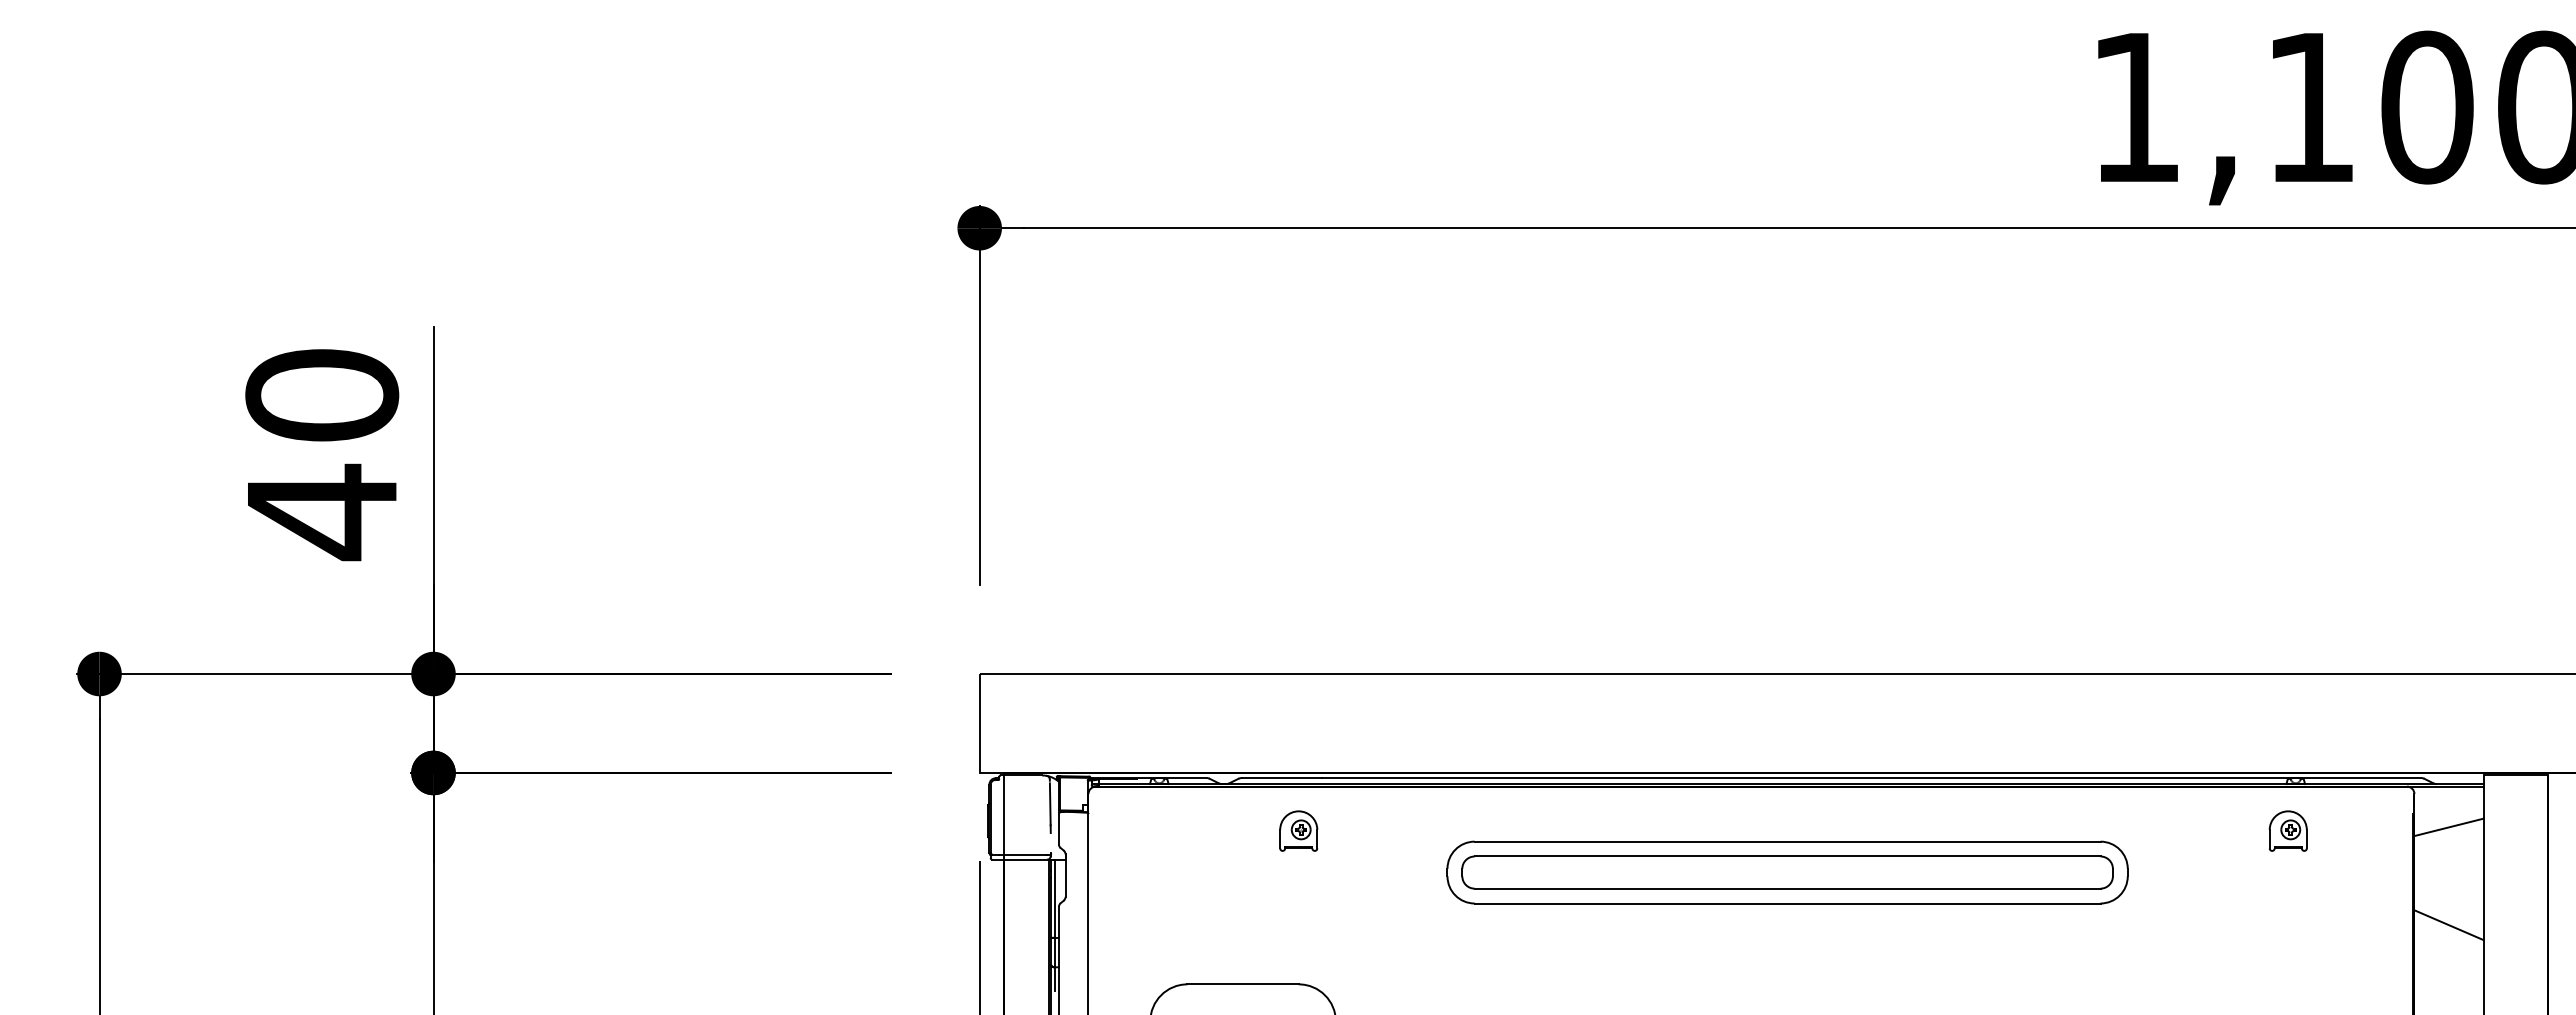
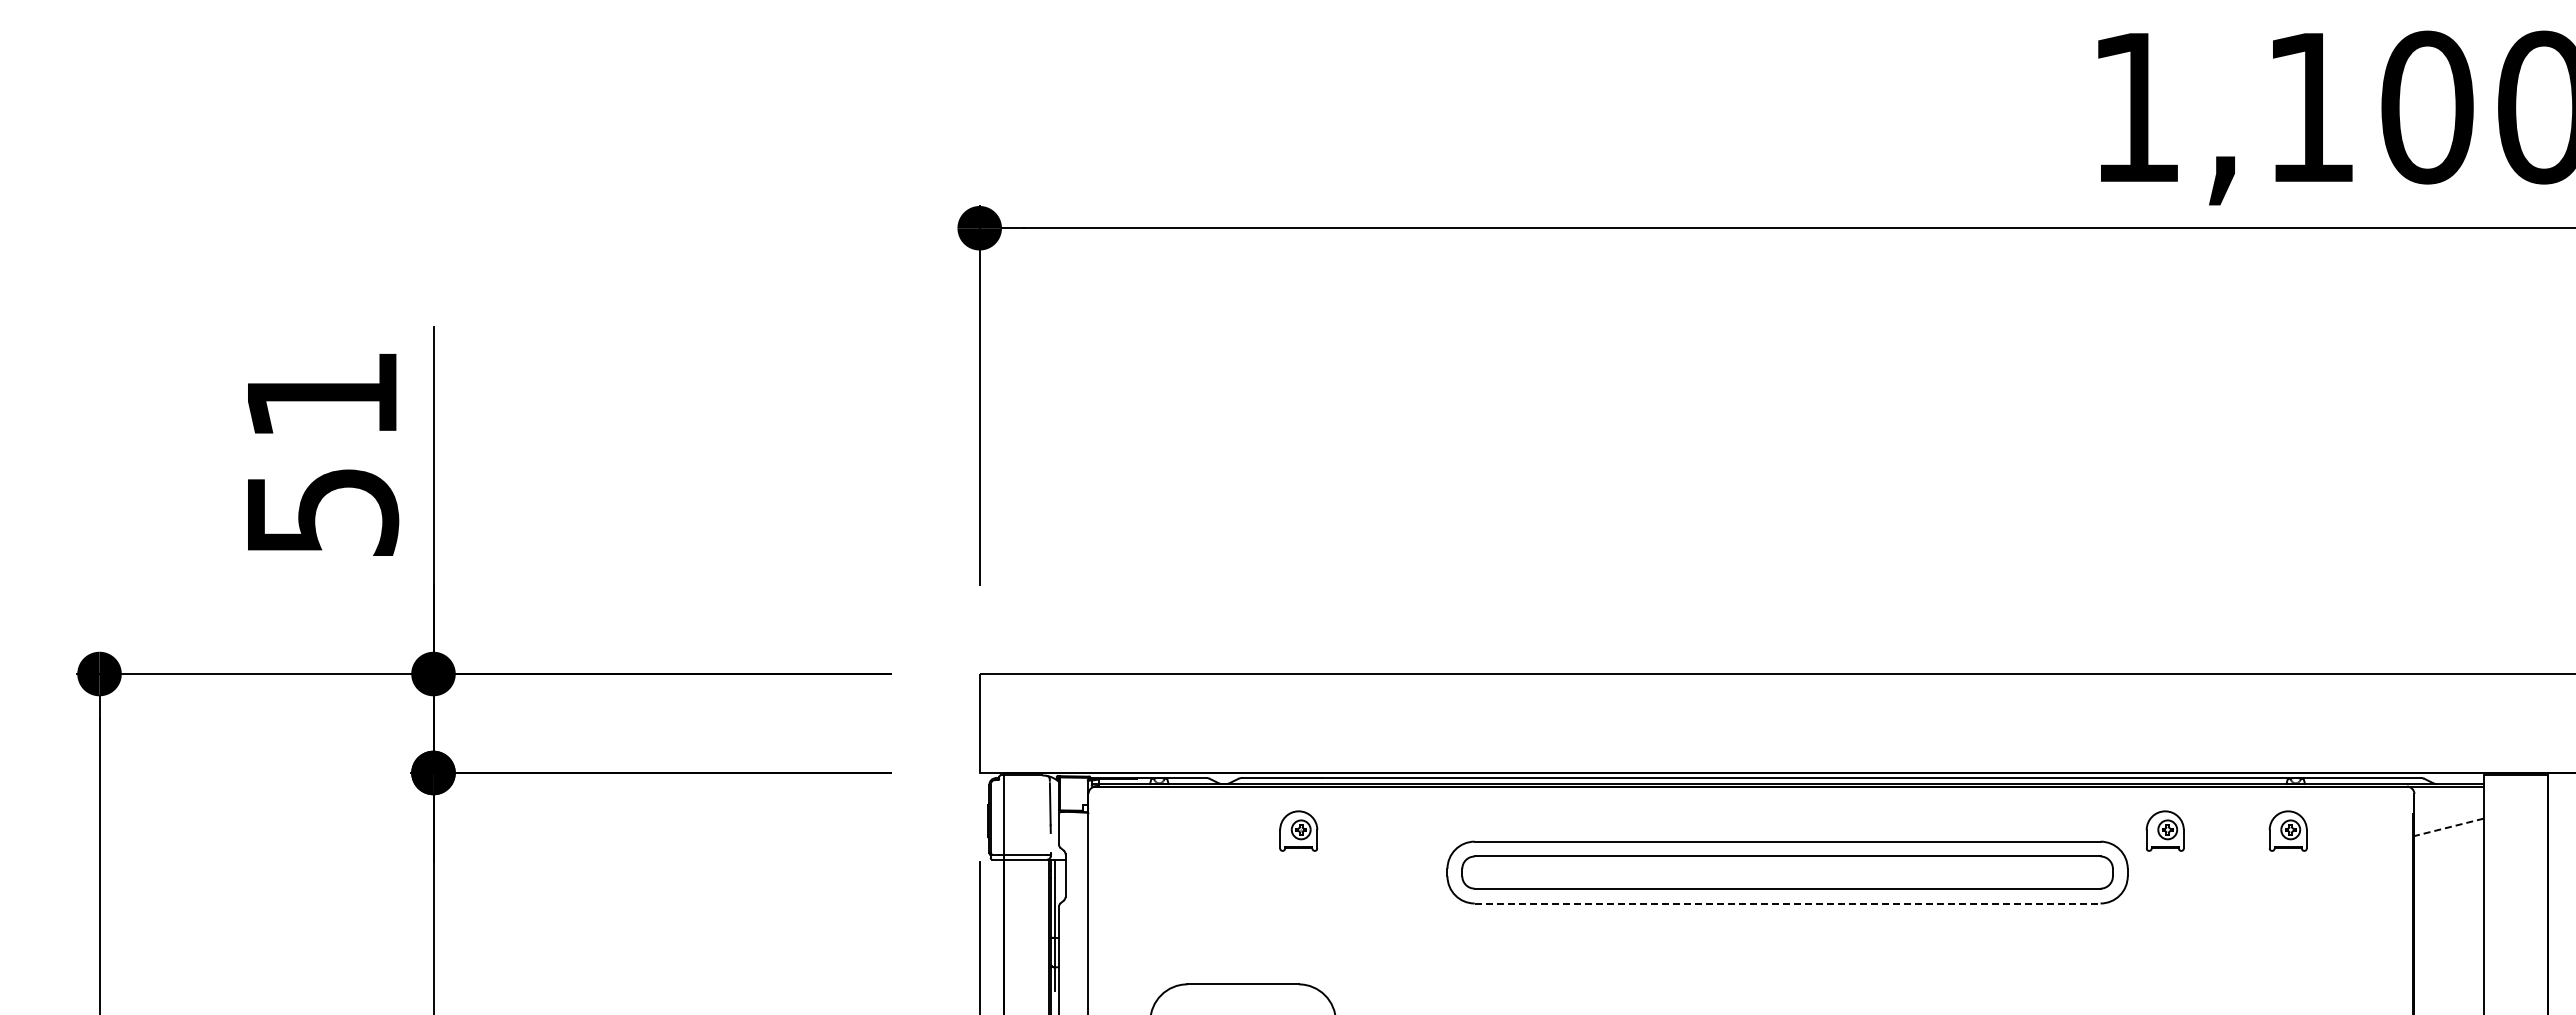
text at (322, 455): 40 -> 51
line at (2449, 827): solid -> dashed
part at (2164, 830): none -> present
line at (1787, 903): solid -> dashed
line at (2448, 925): present -> none
